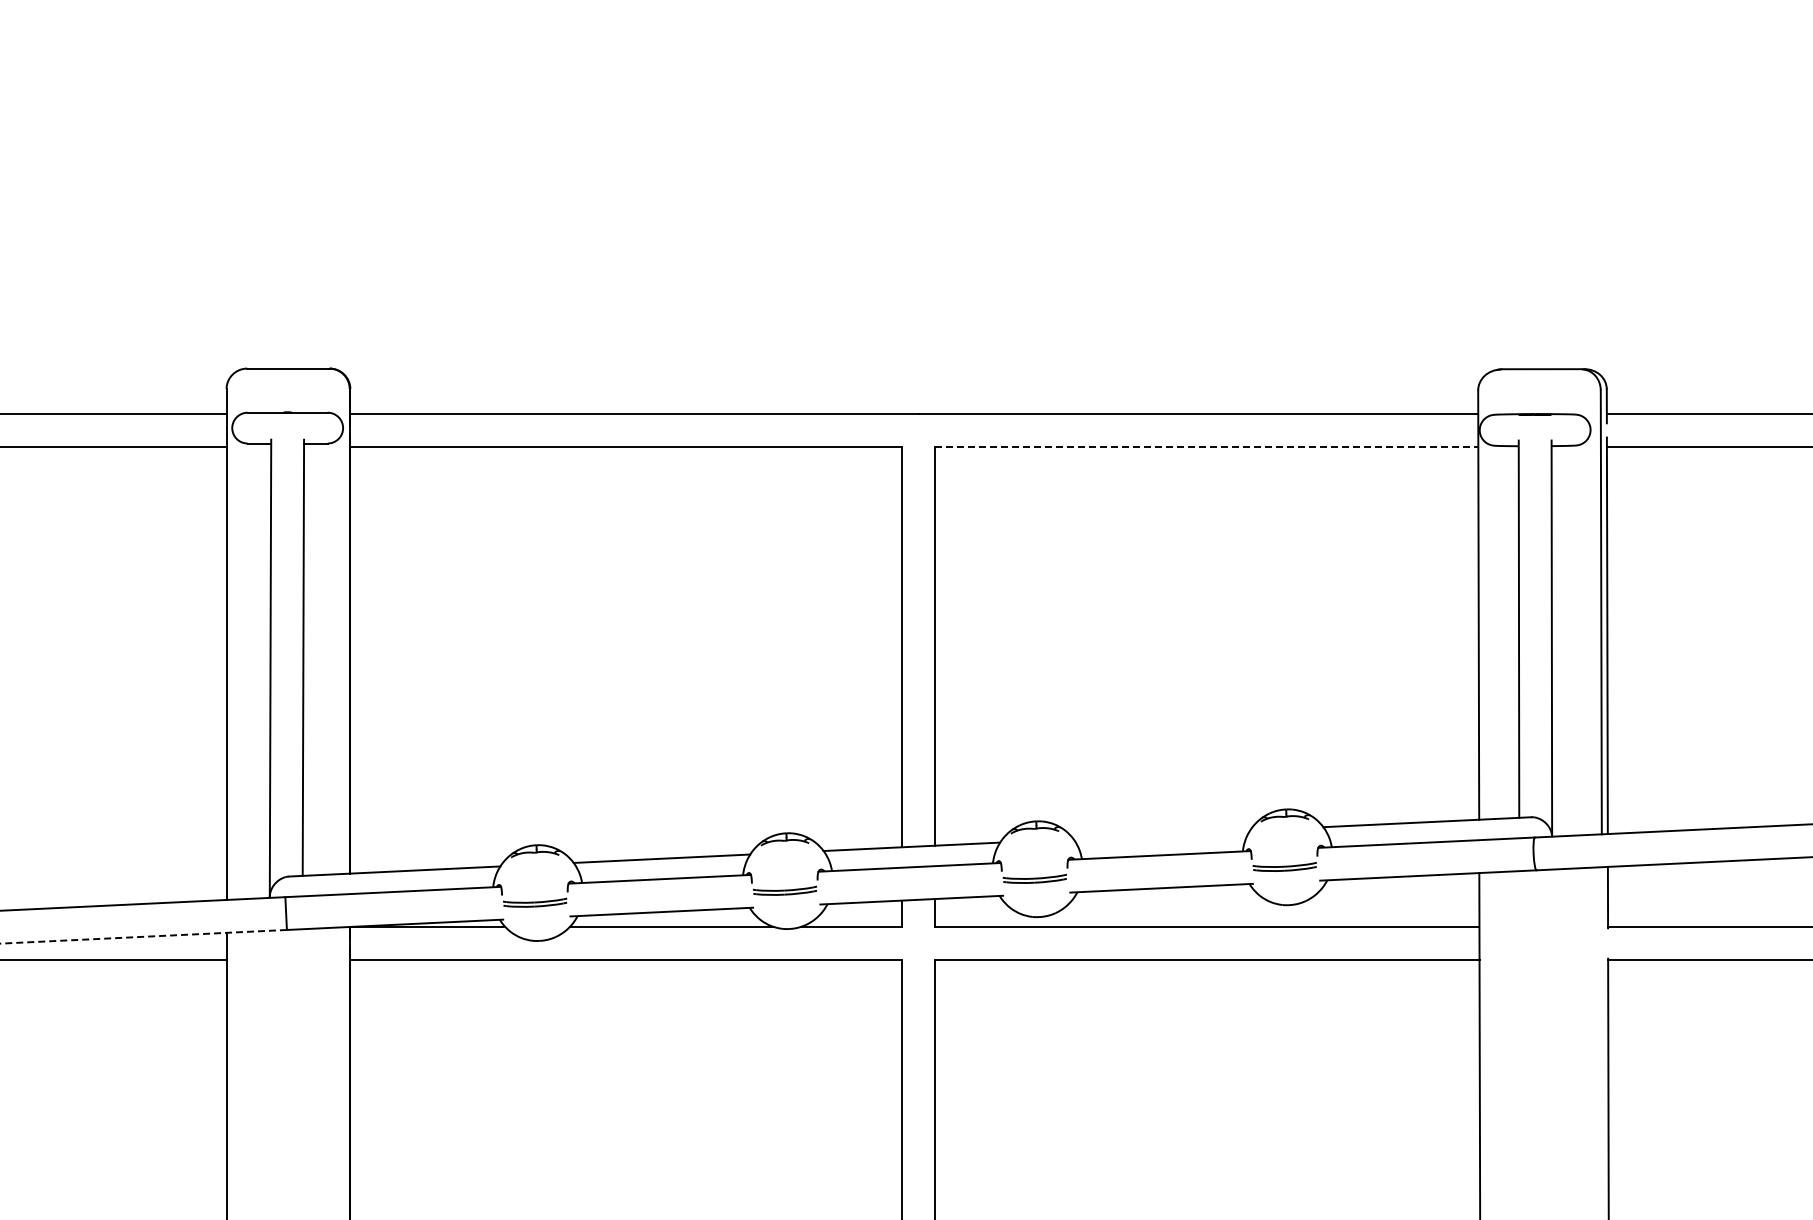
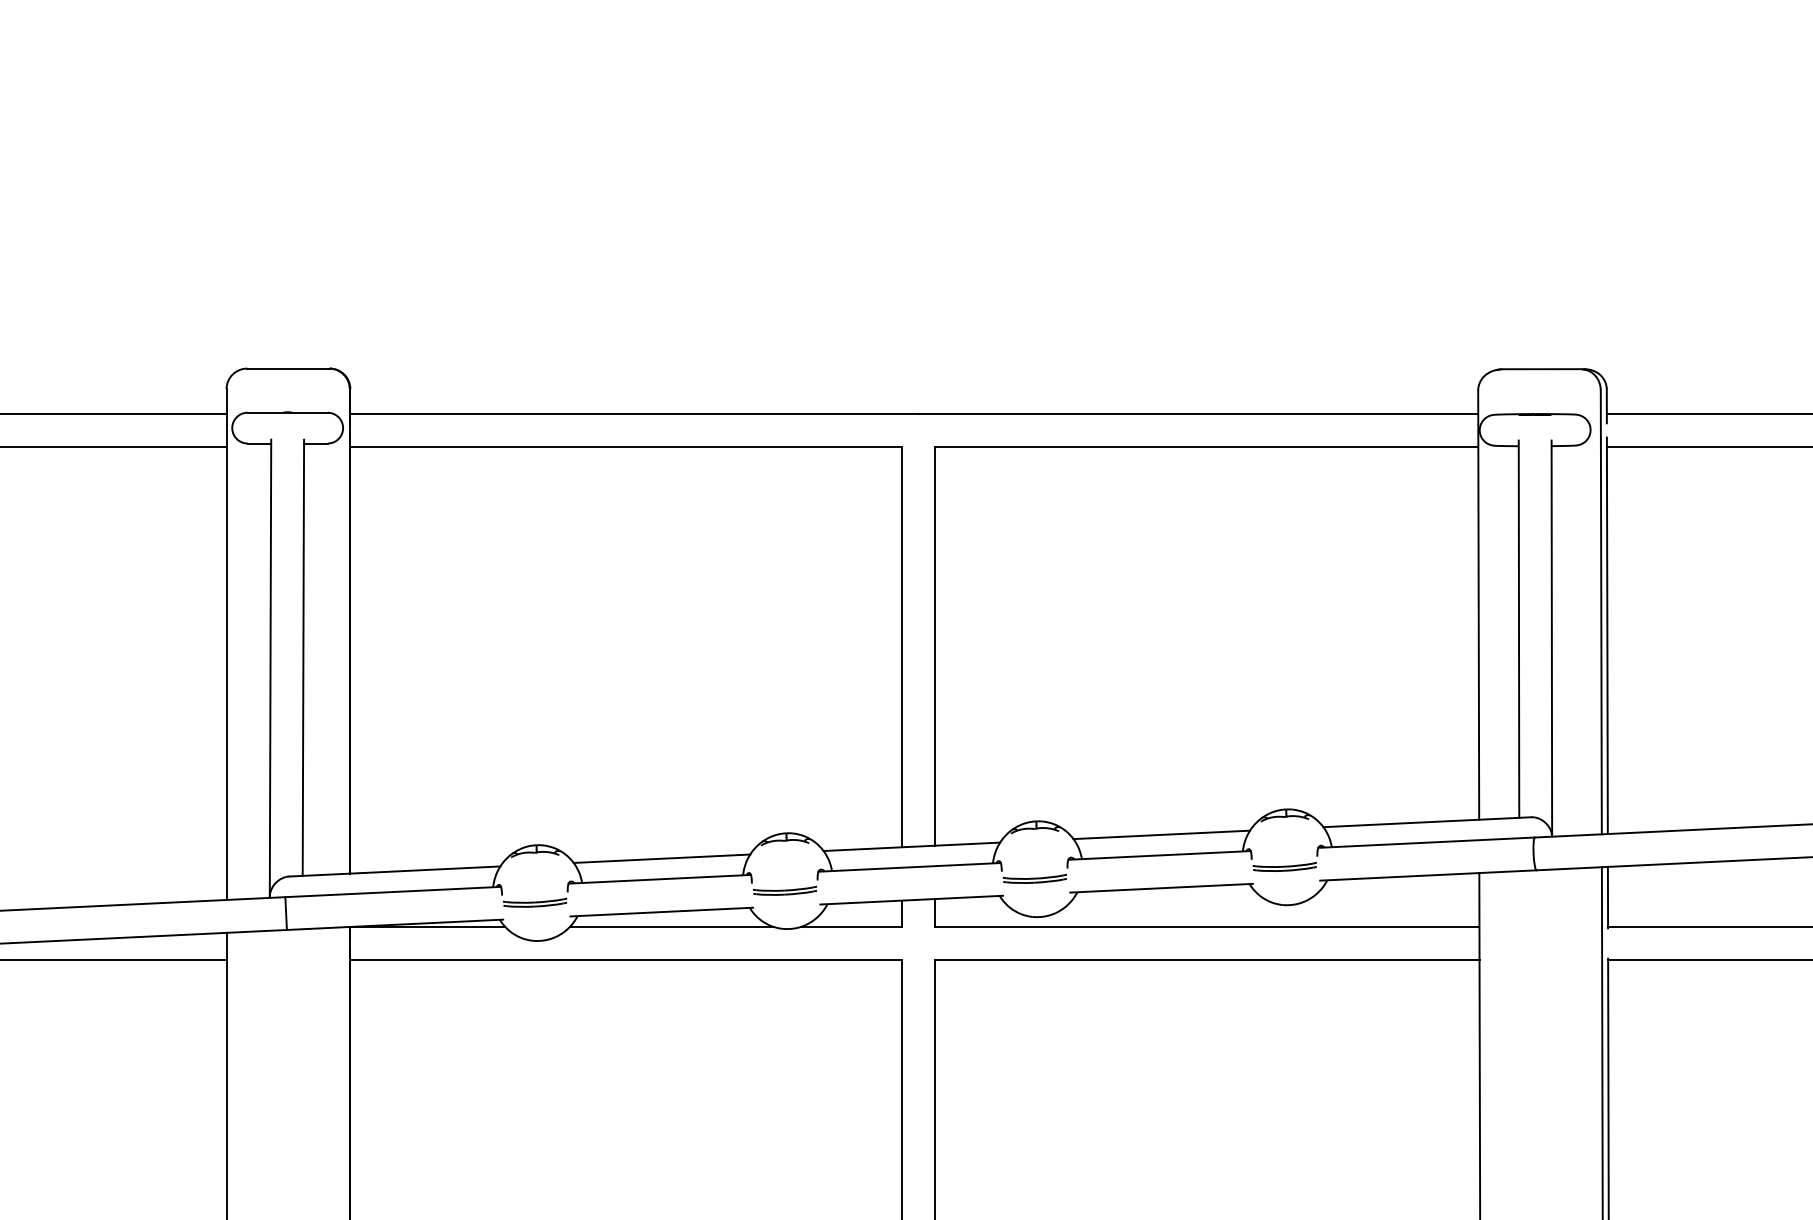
line at (1206, 446): dashed -> solid
line at (1161, 834): none -> present
line at (143, 936): dashed -> solid
line at (1601, 1041): none -> present
